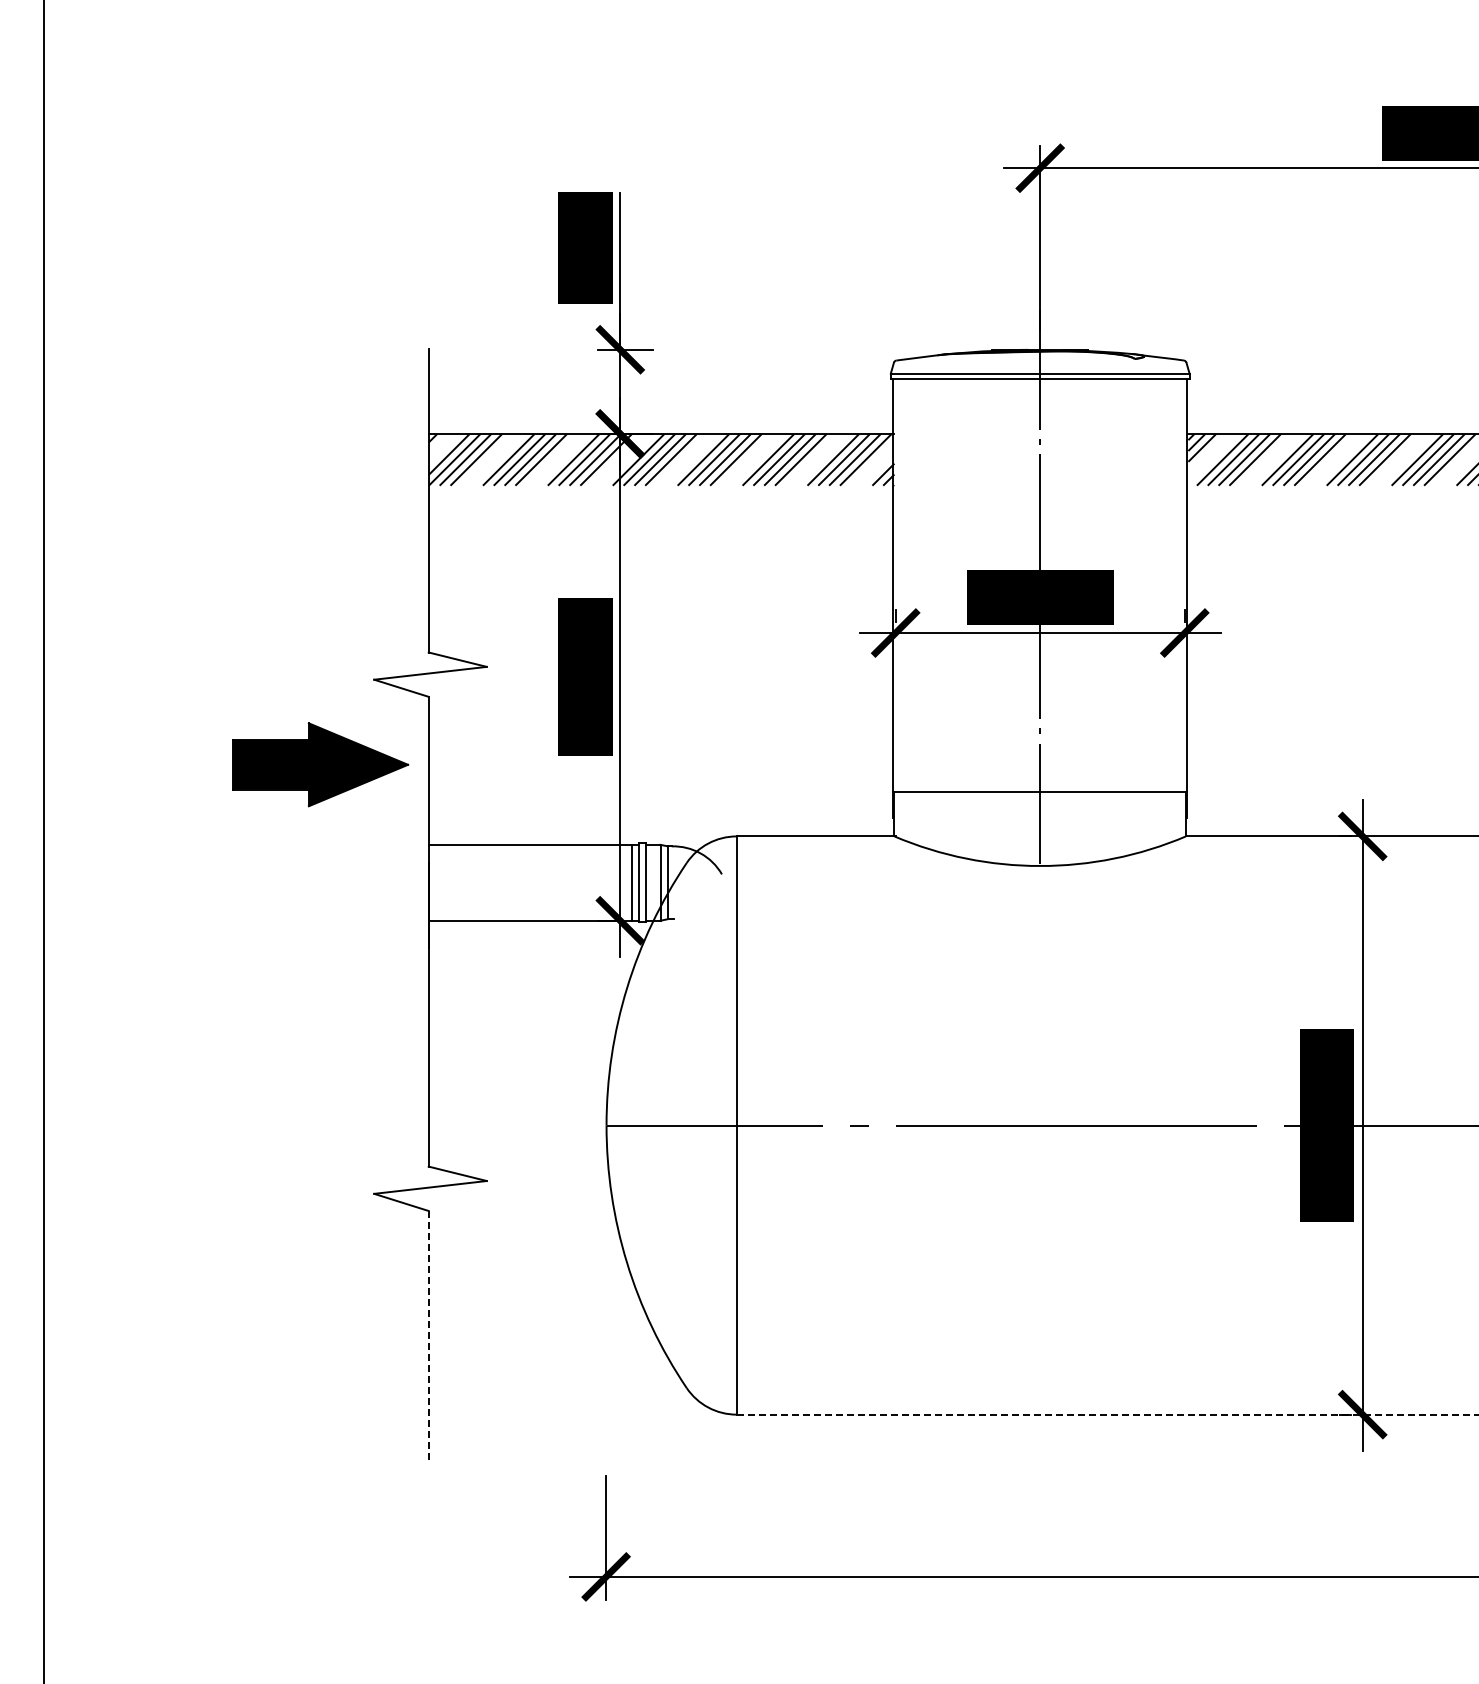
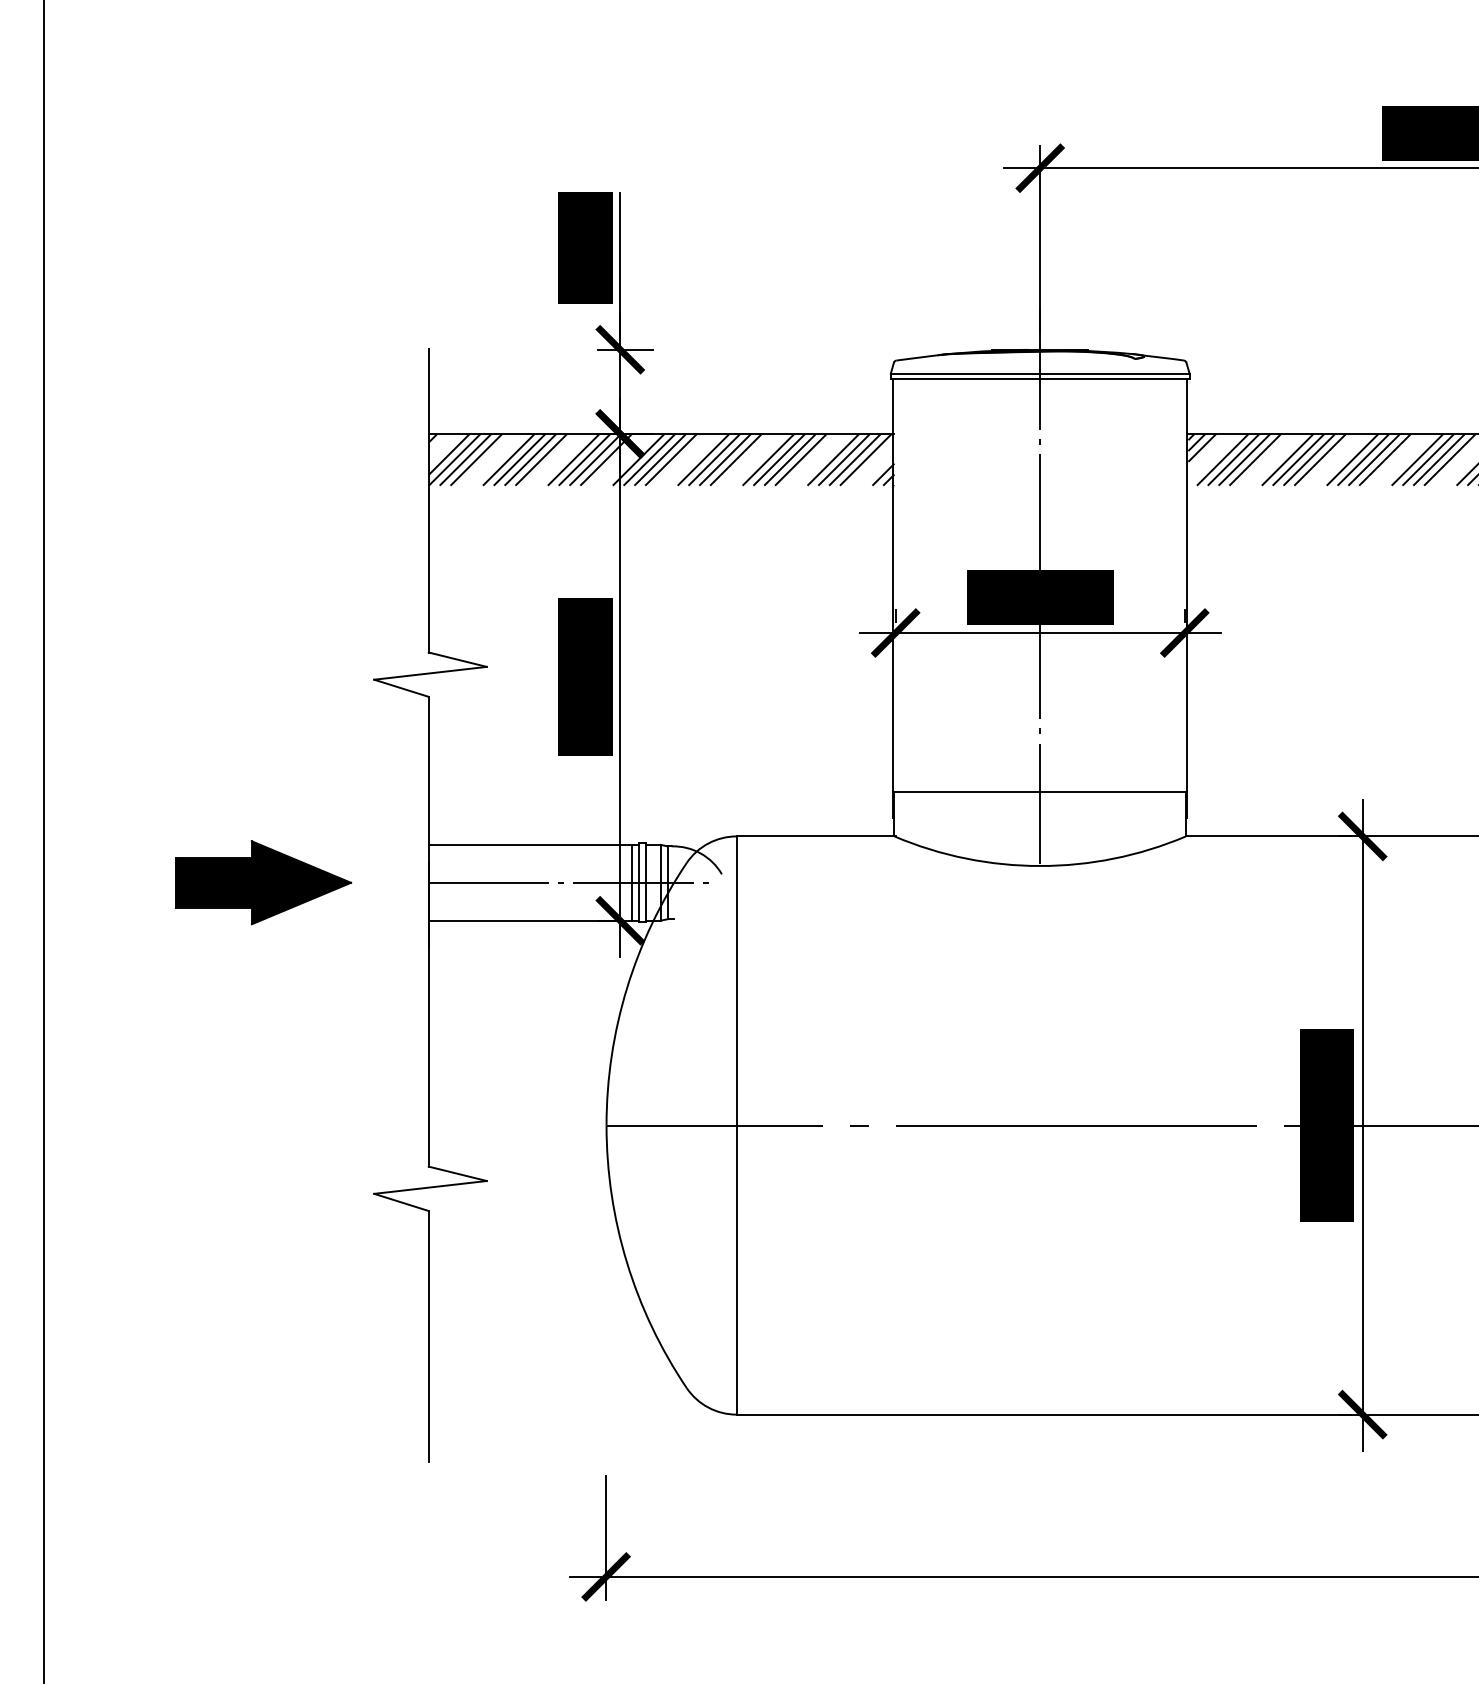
part at (320, 764) position: (320, 764) -> (263, 882)
line at (570, 882): none -> present
line at (428, 1336): dashed -> solid
line at (1107, 1414): dashed -> solid
